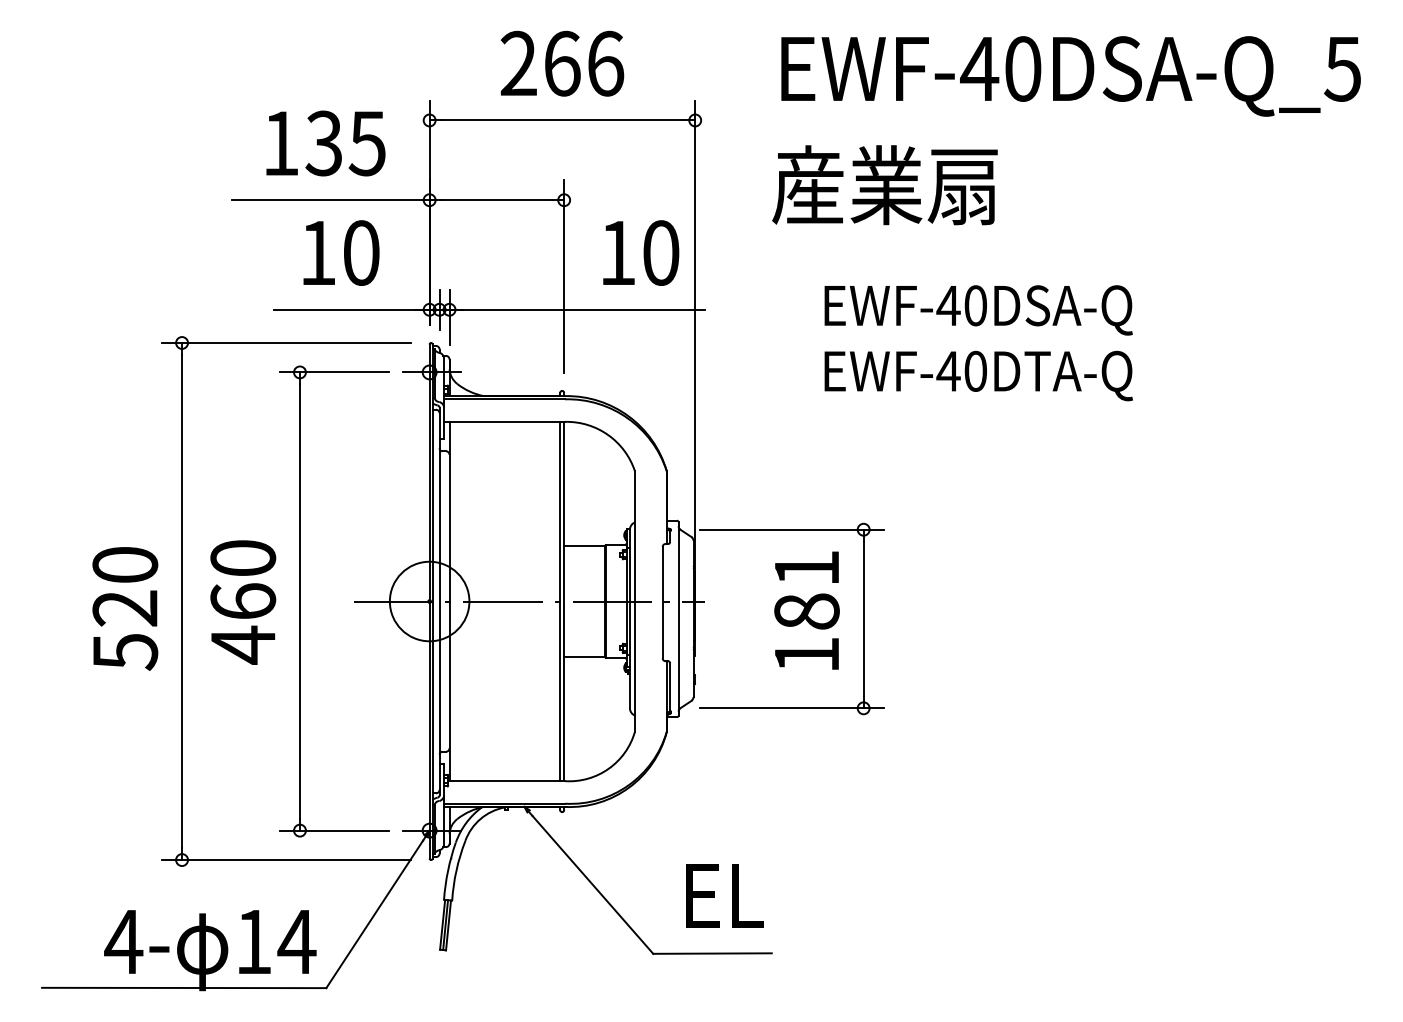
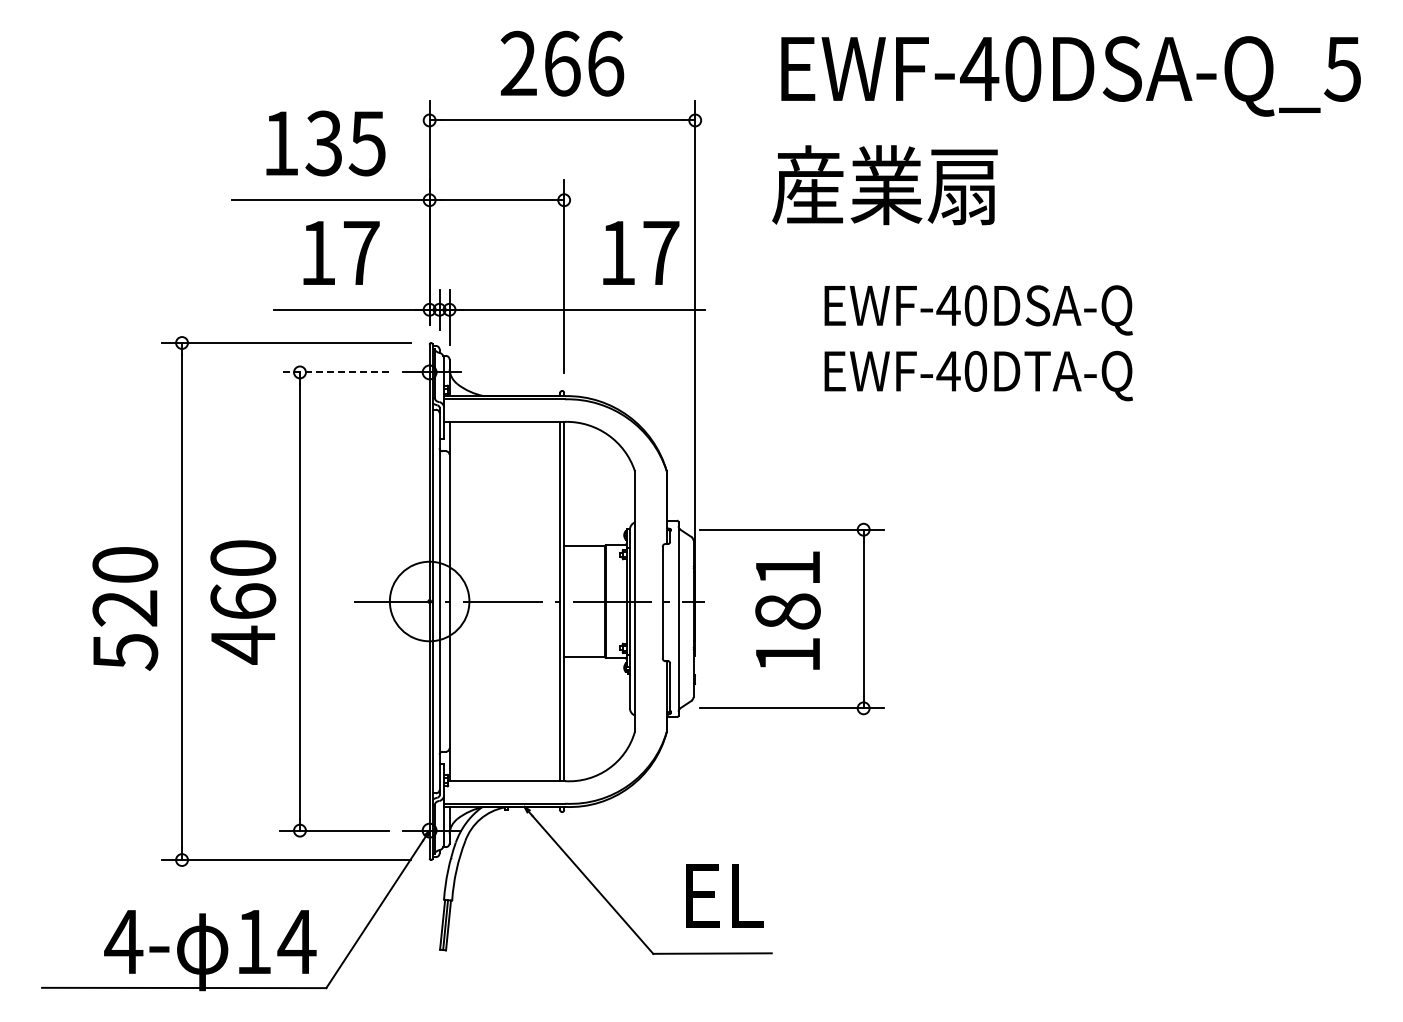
text at (361, 252): 10 -> 17
text at (661, 252): 10 -> 17
line at (334, 372): solid -> dashed
text at (806, 610) position: (806, 610) -> (787, 610)
